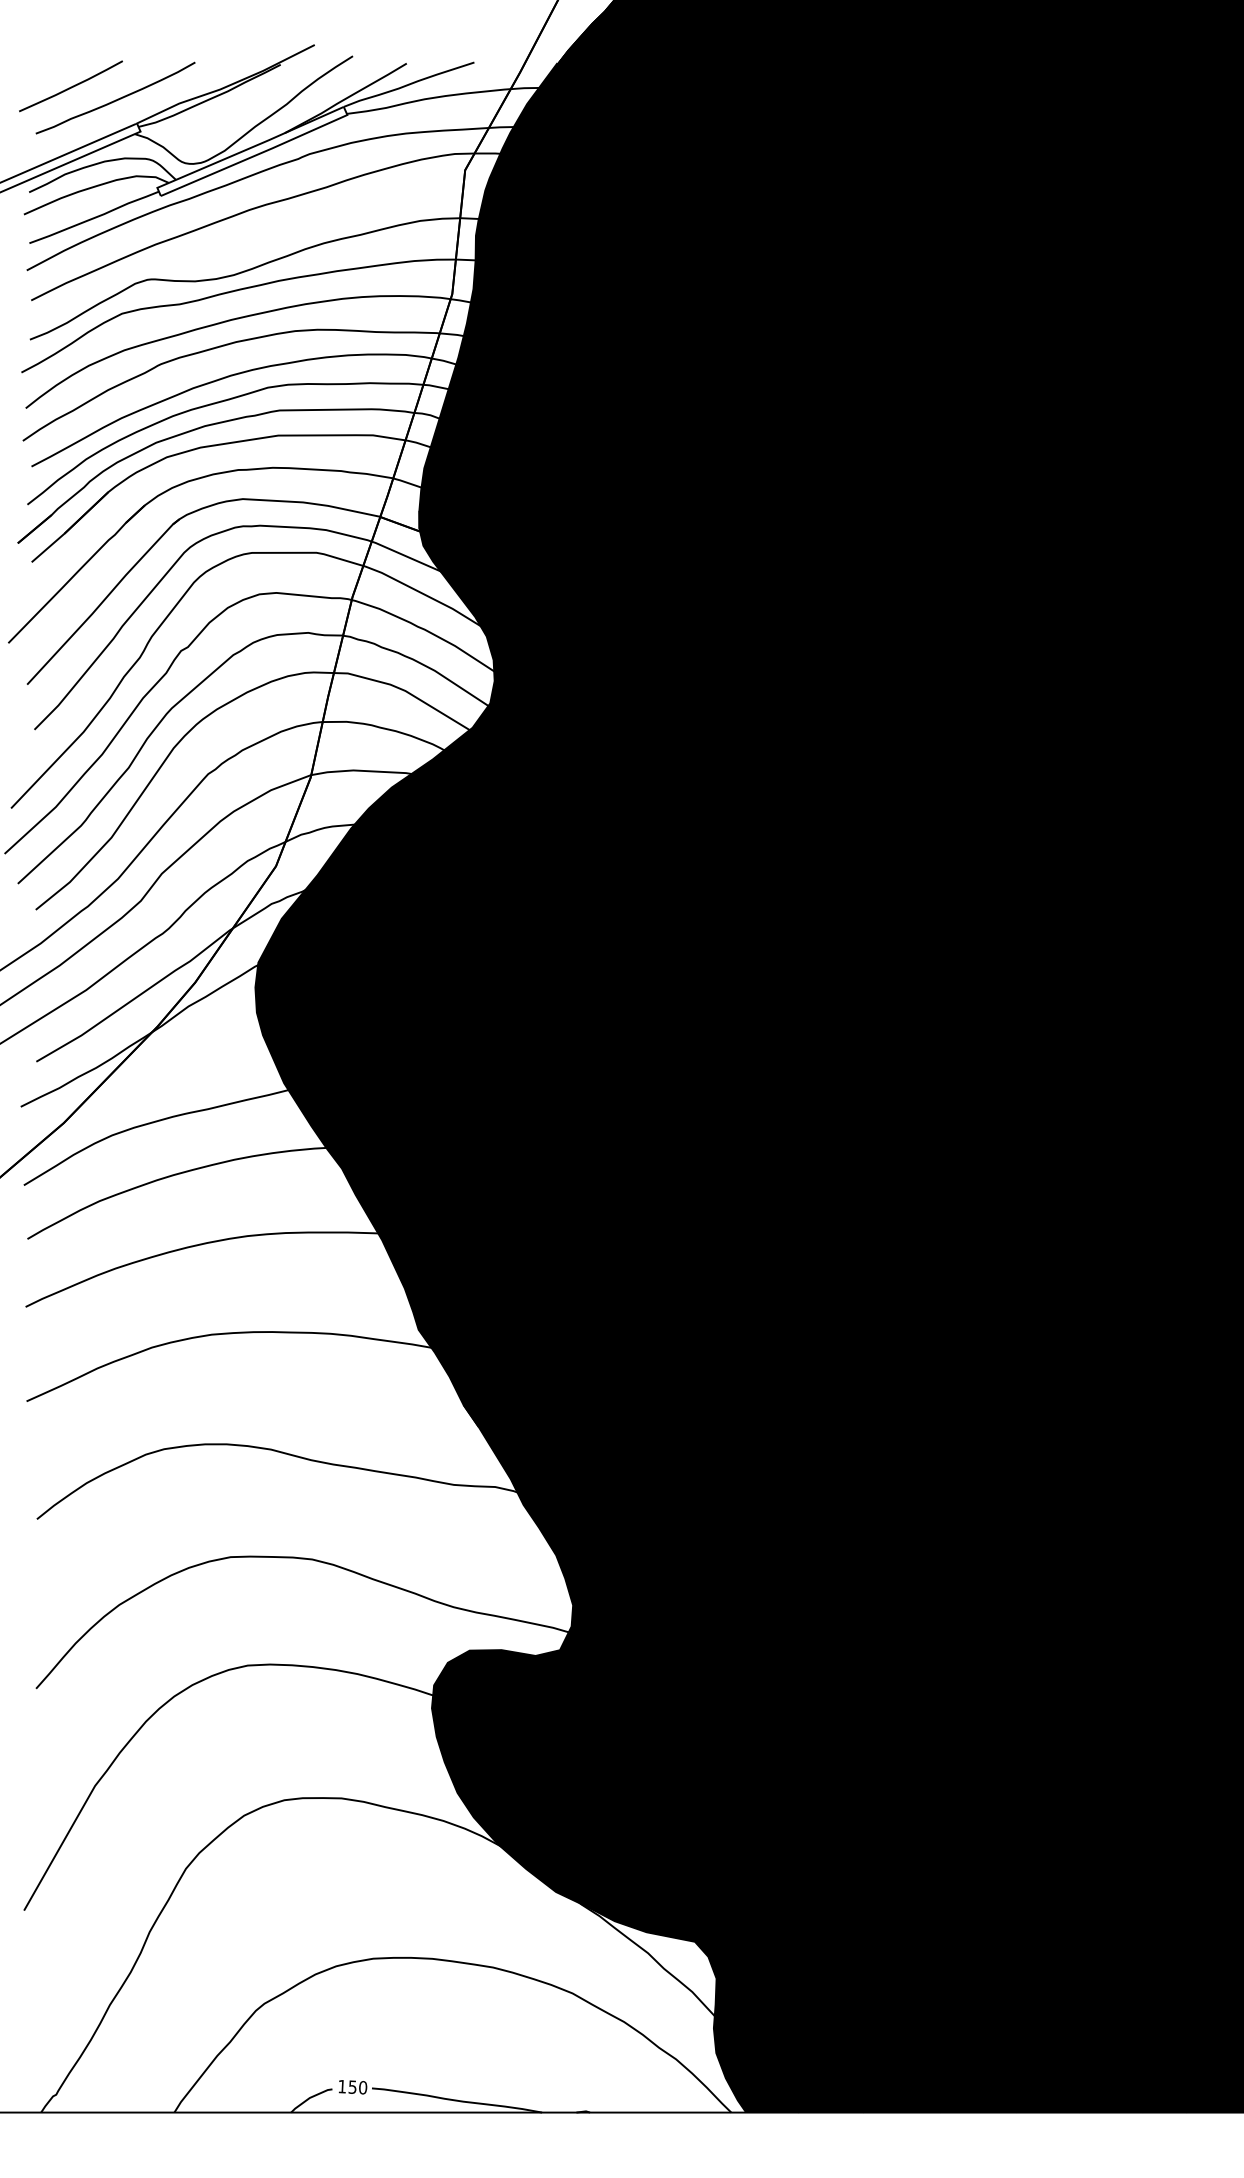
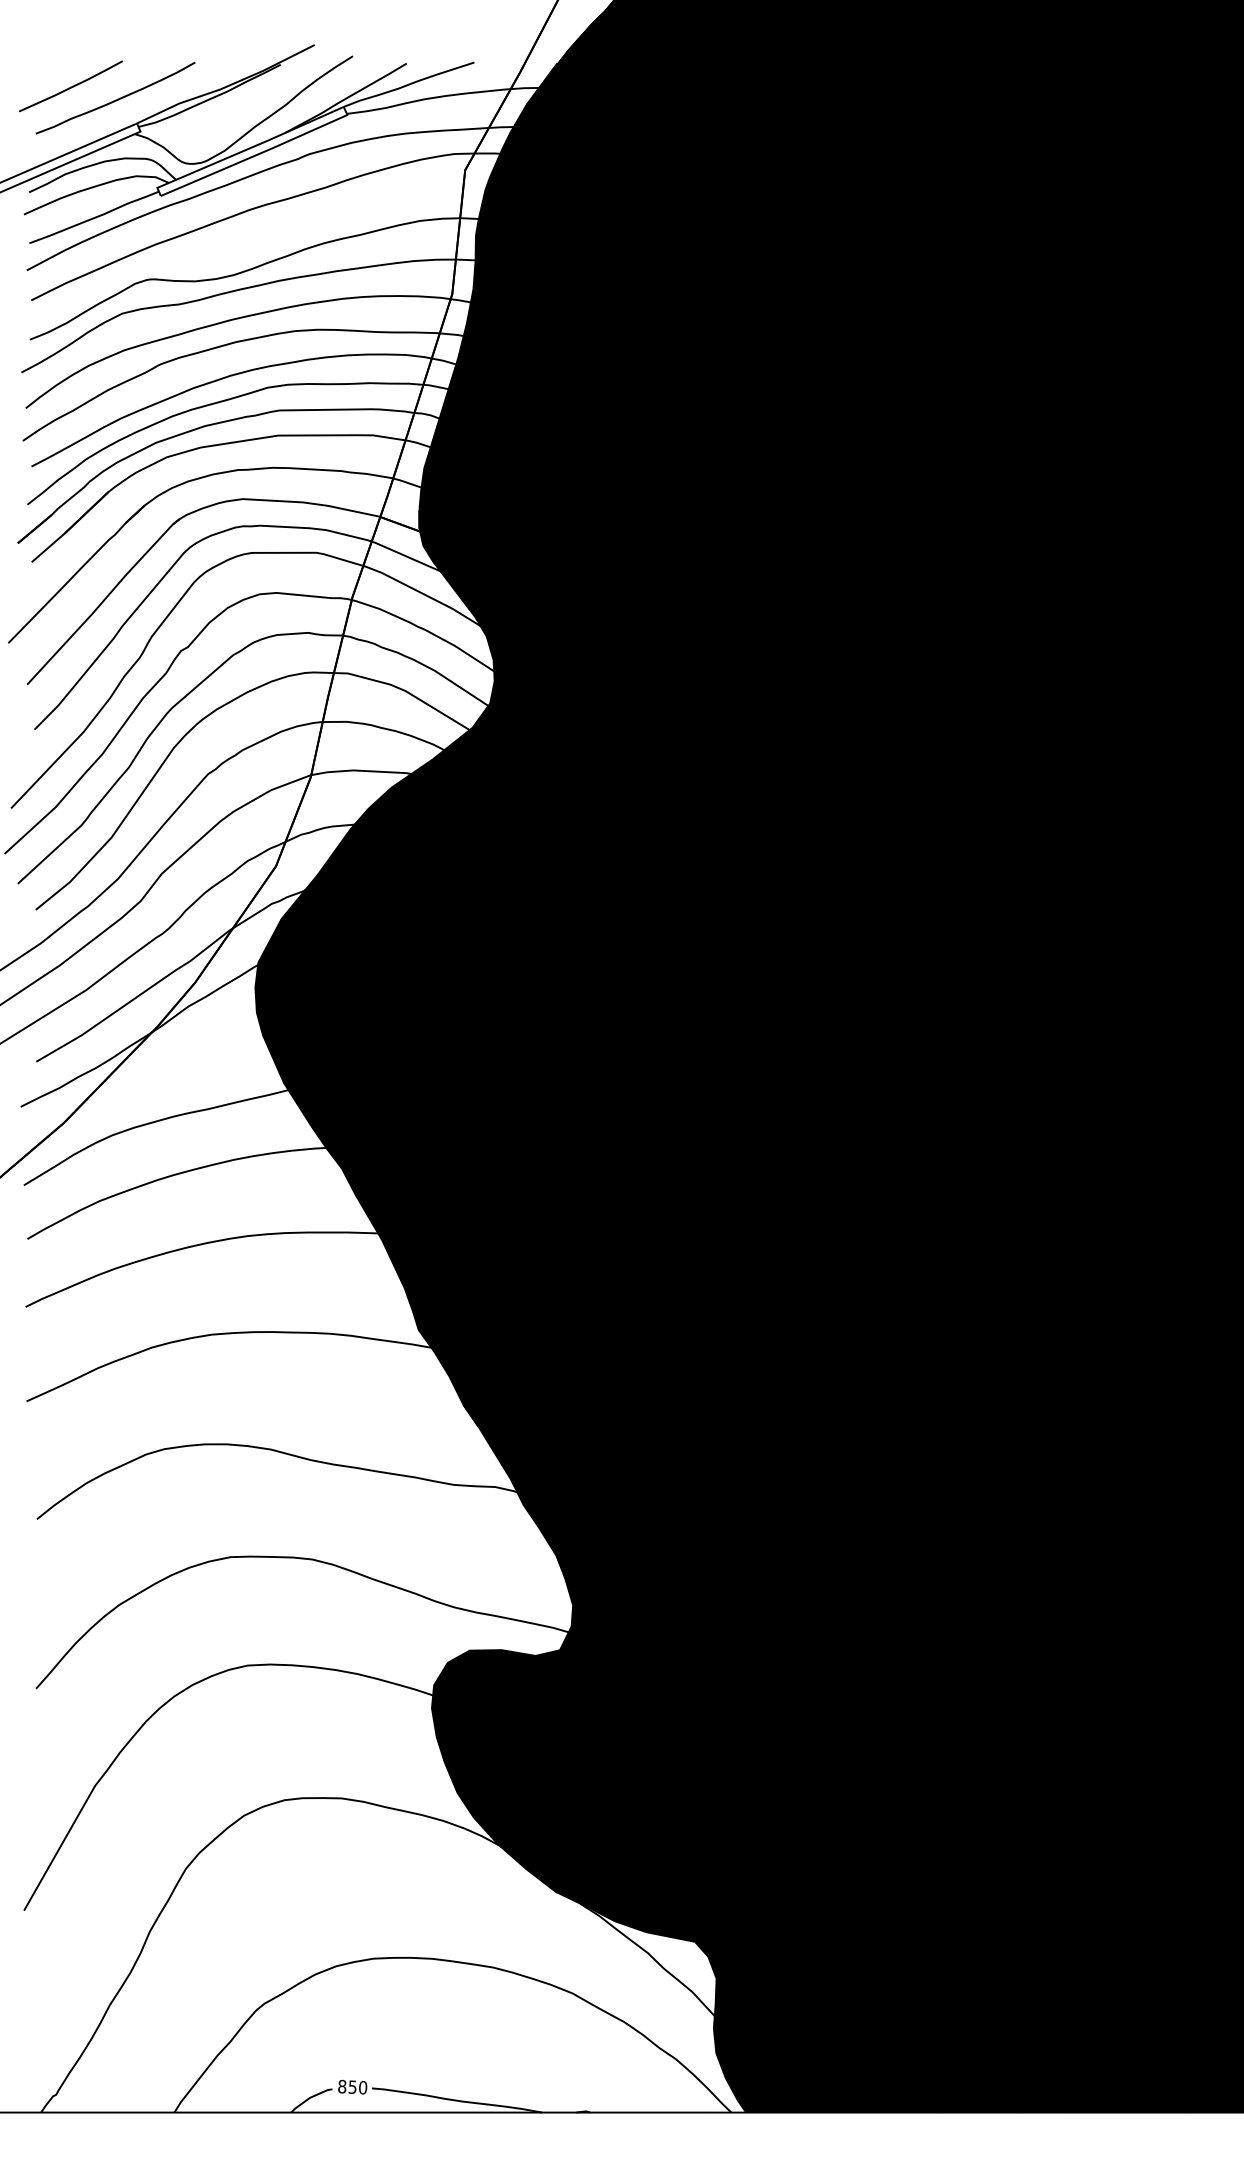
text at (342, 2086): 150 -> 850
